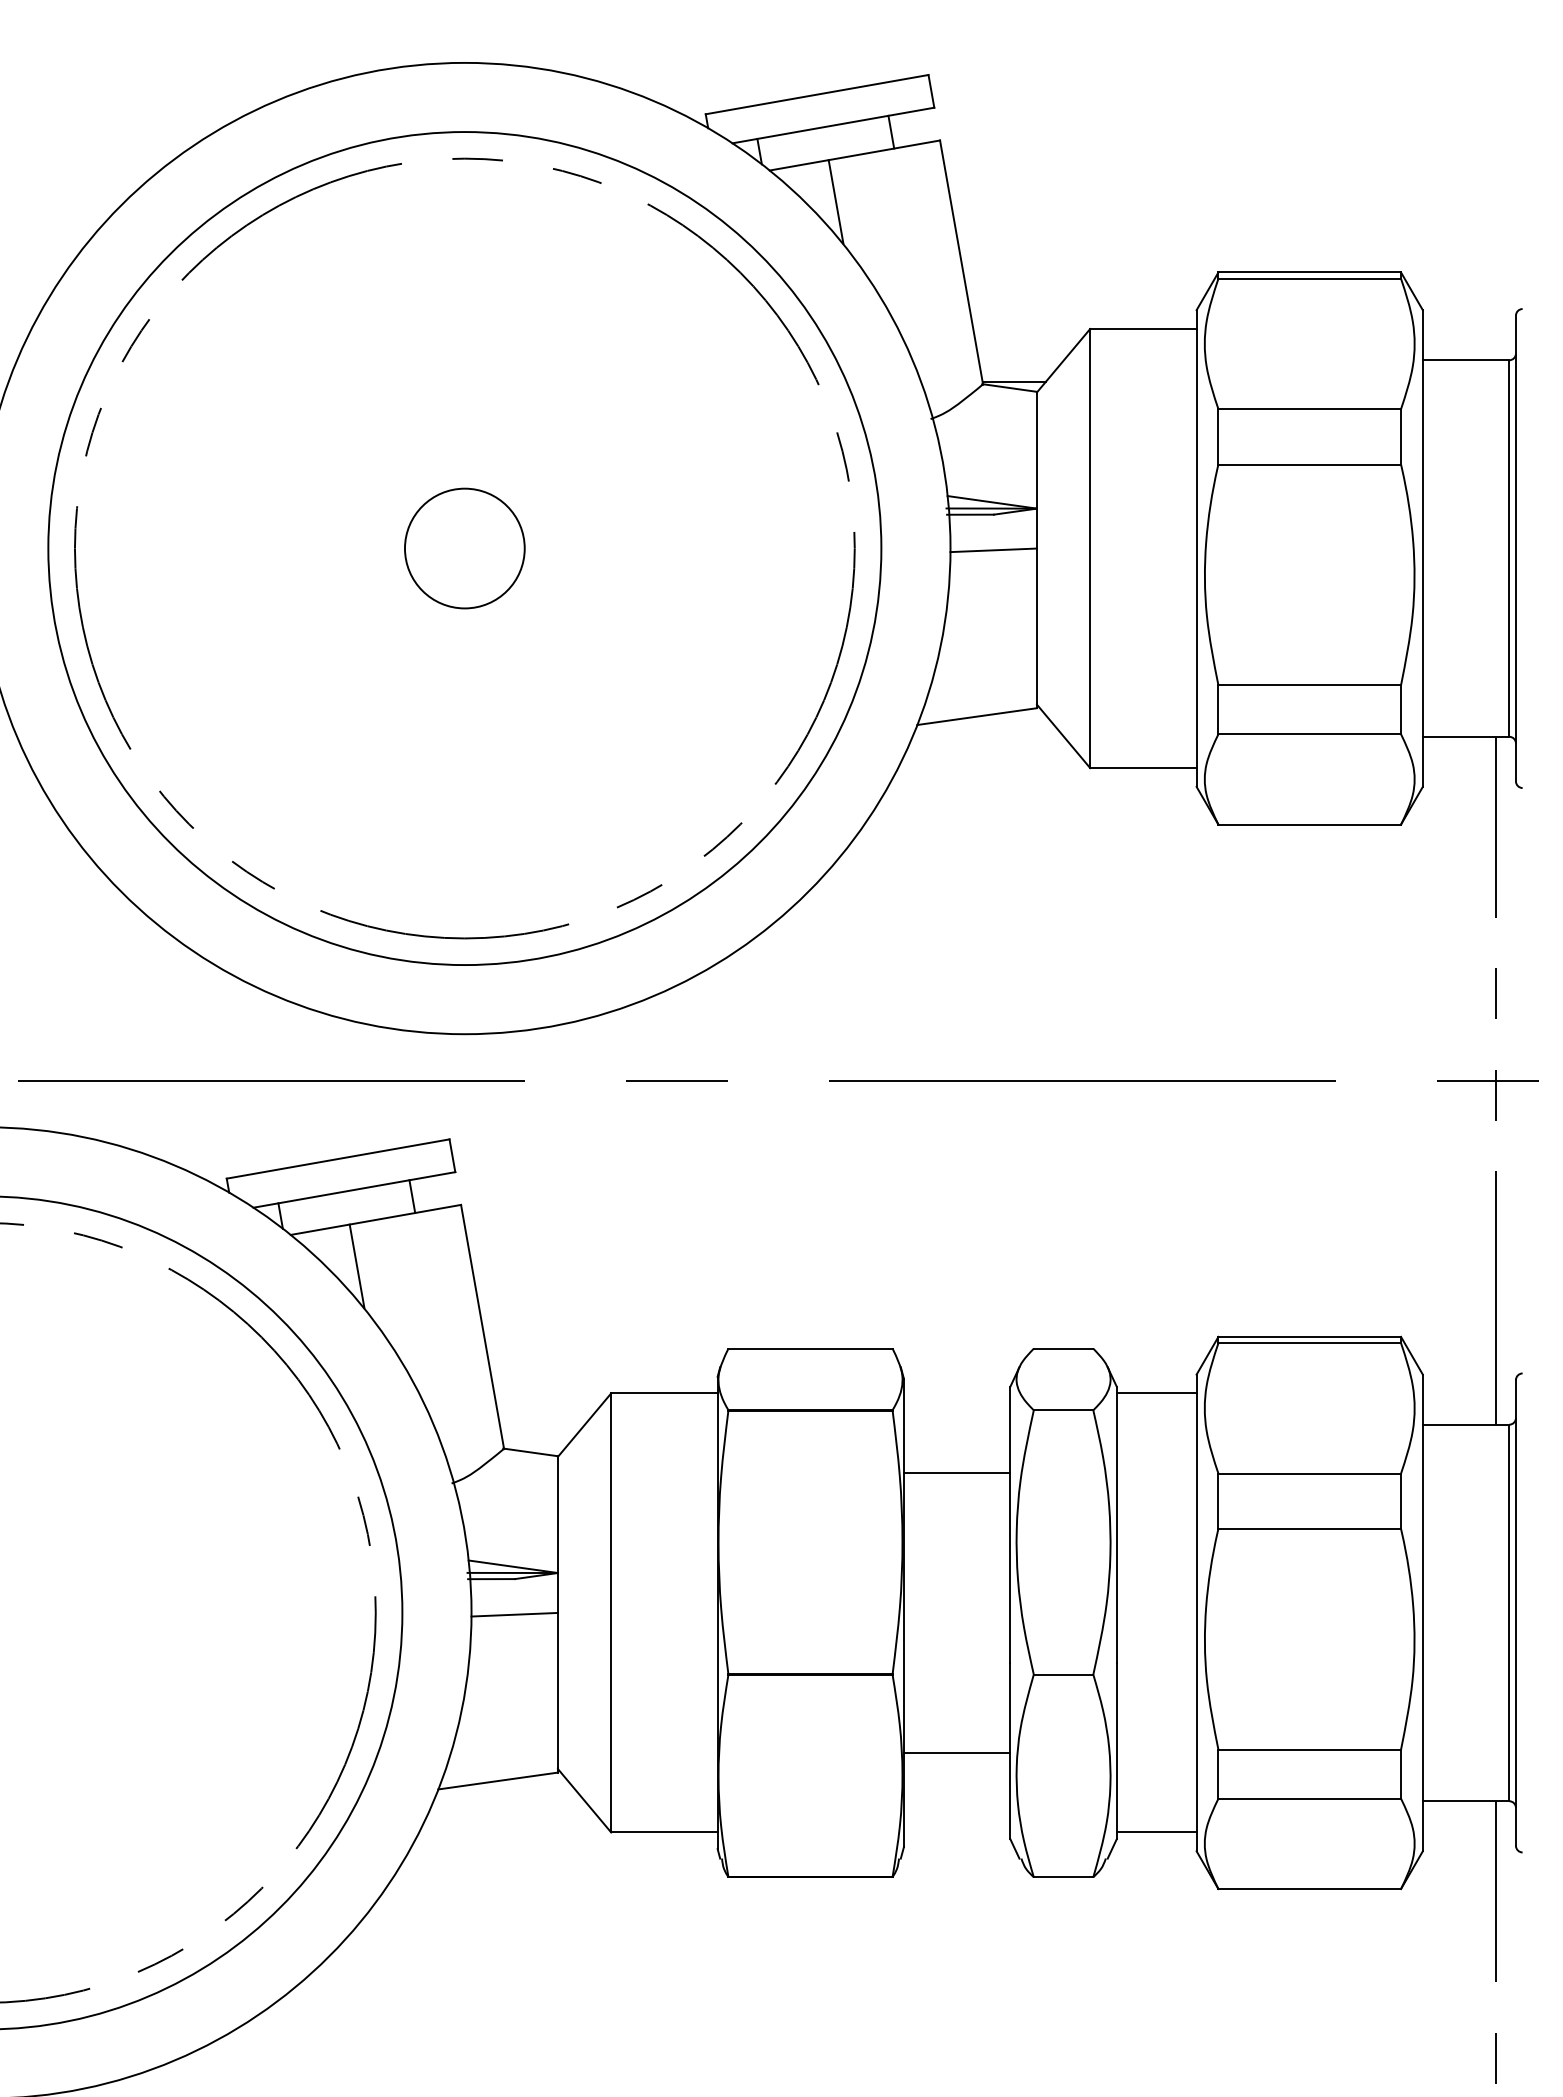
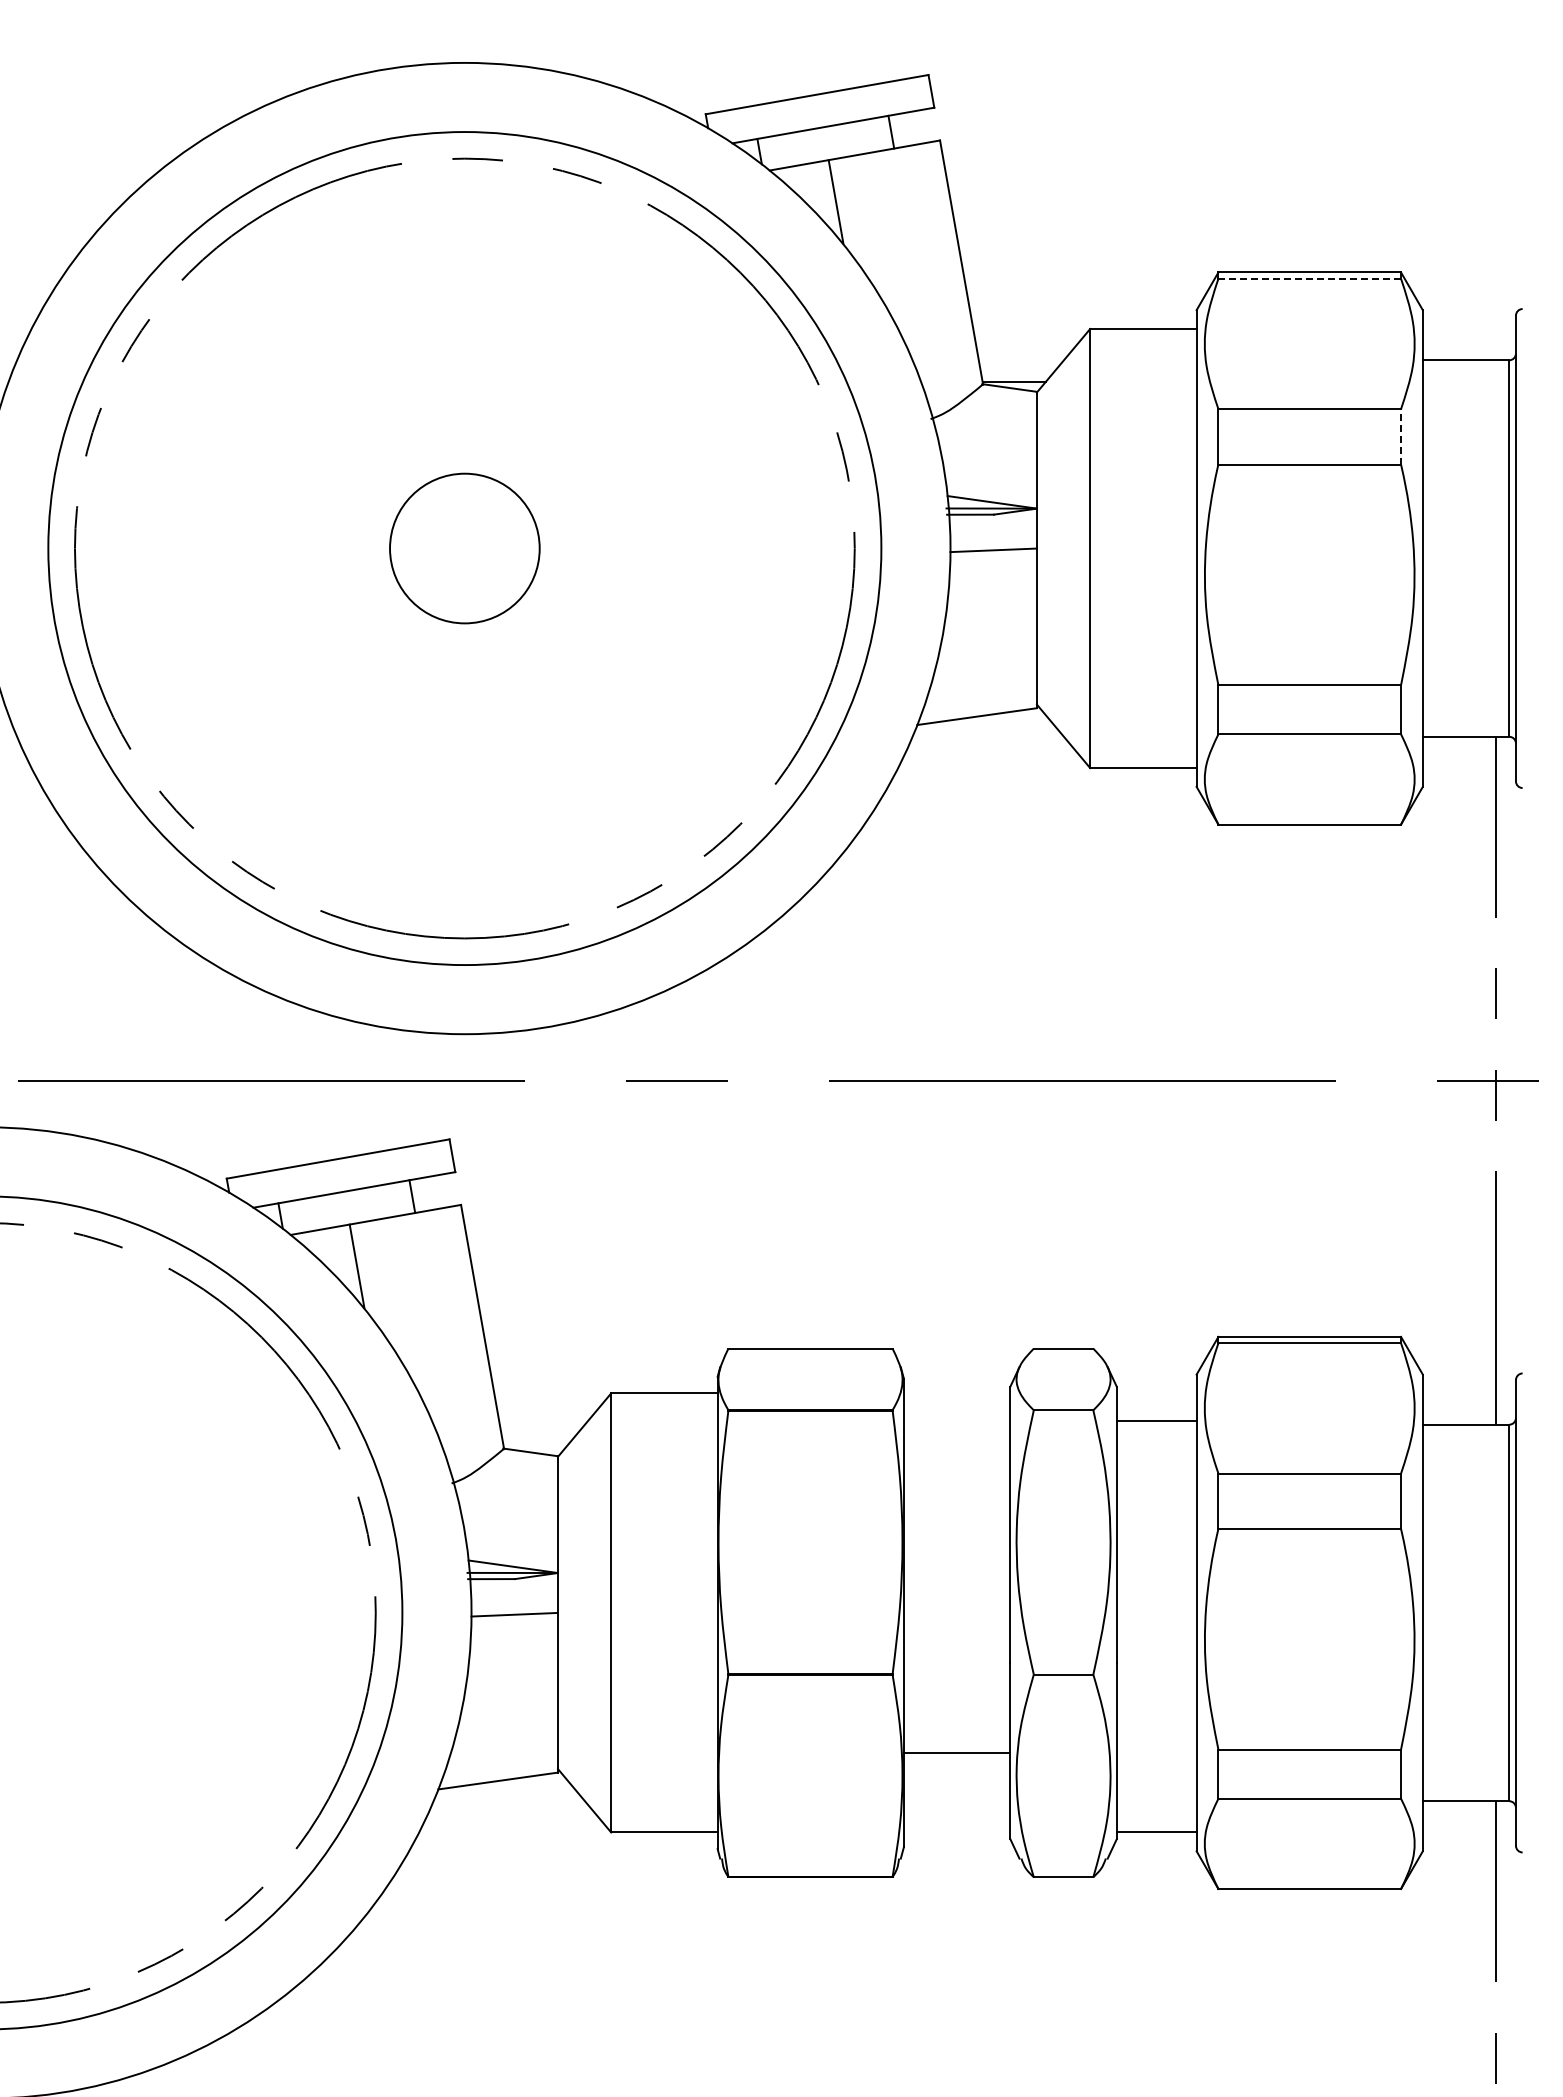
line at (1310, 278): solid -> dashed
line at (1401, 436): solid -> dashed
circle at (464, 548) diameter: 120 px -> 150 px
line at (1156, 1393) position: (1156, 1393) -> (1156, 1421)
line at (956, 1473): present -> none
